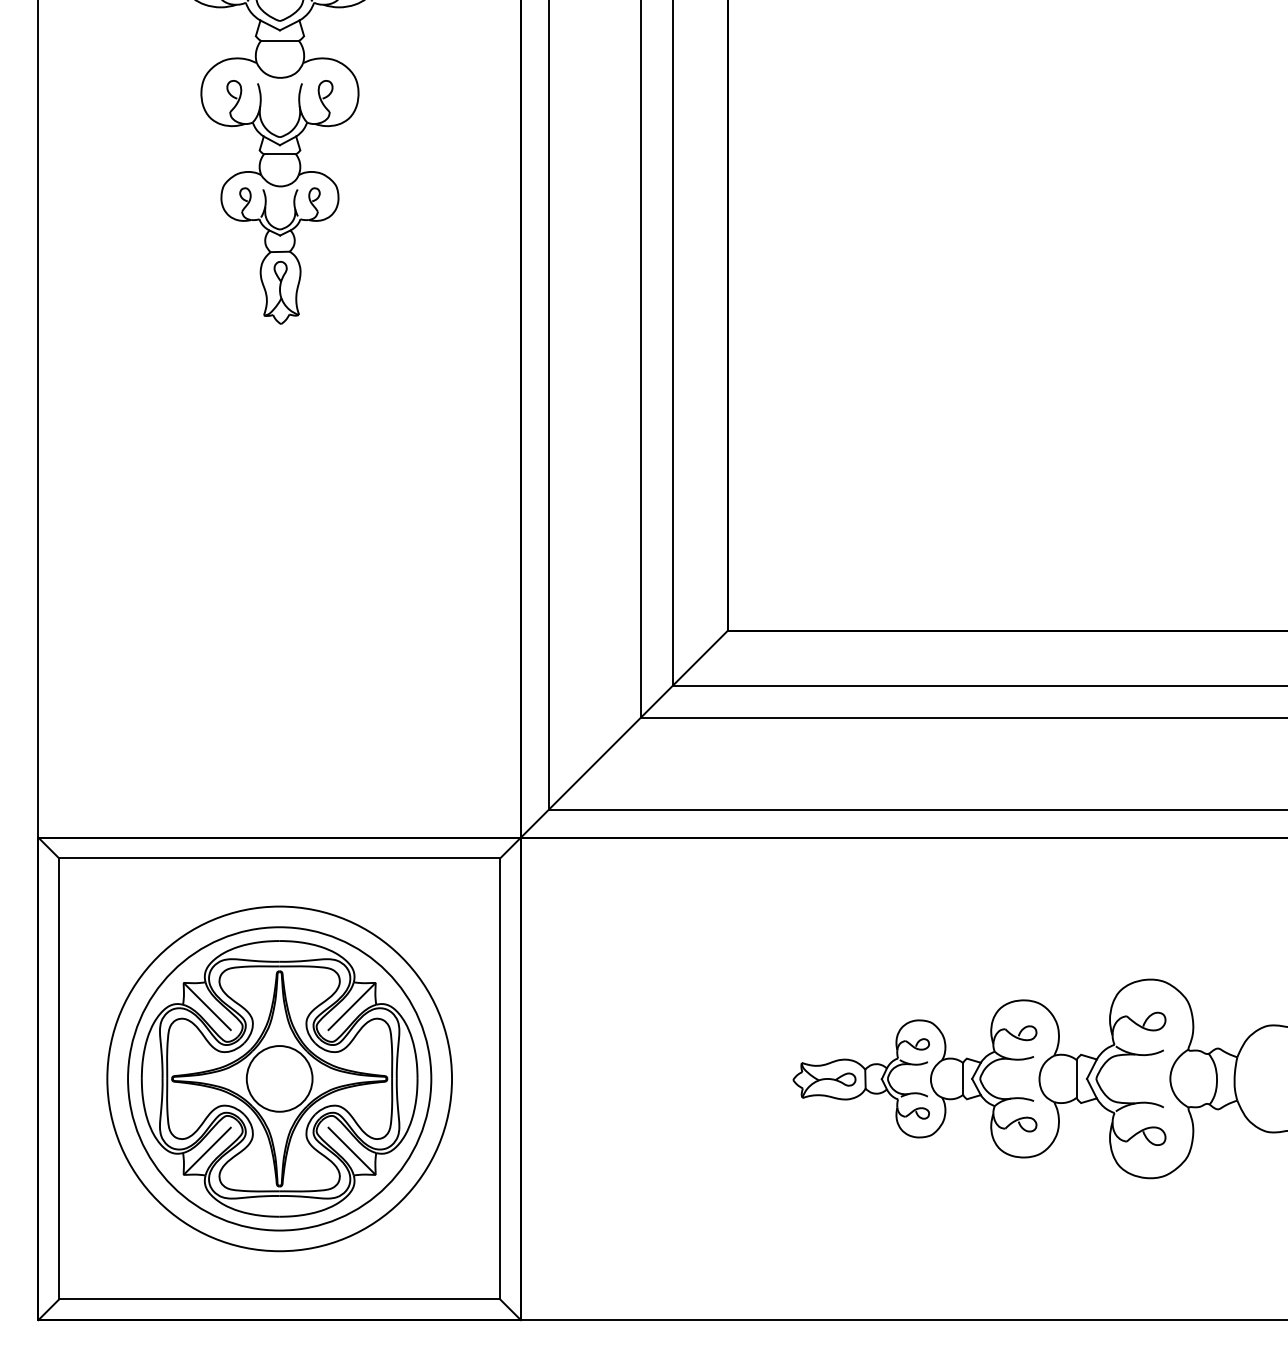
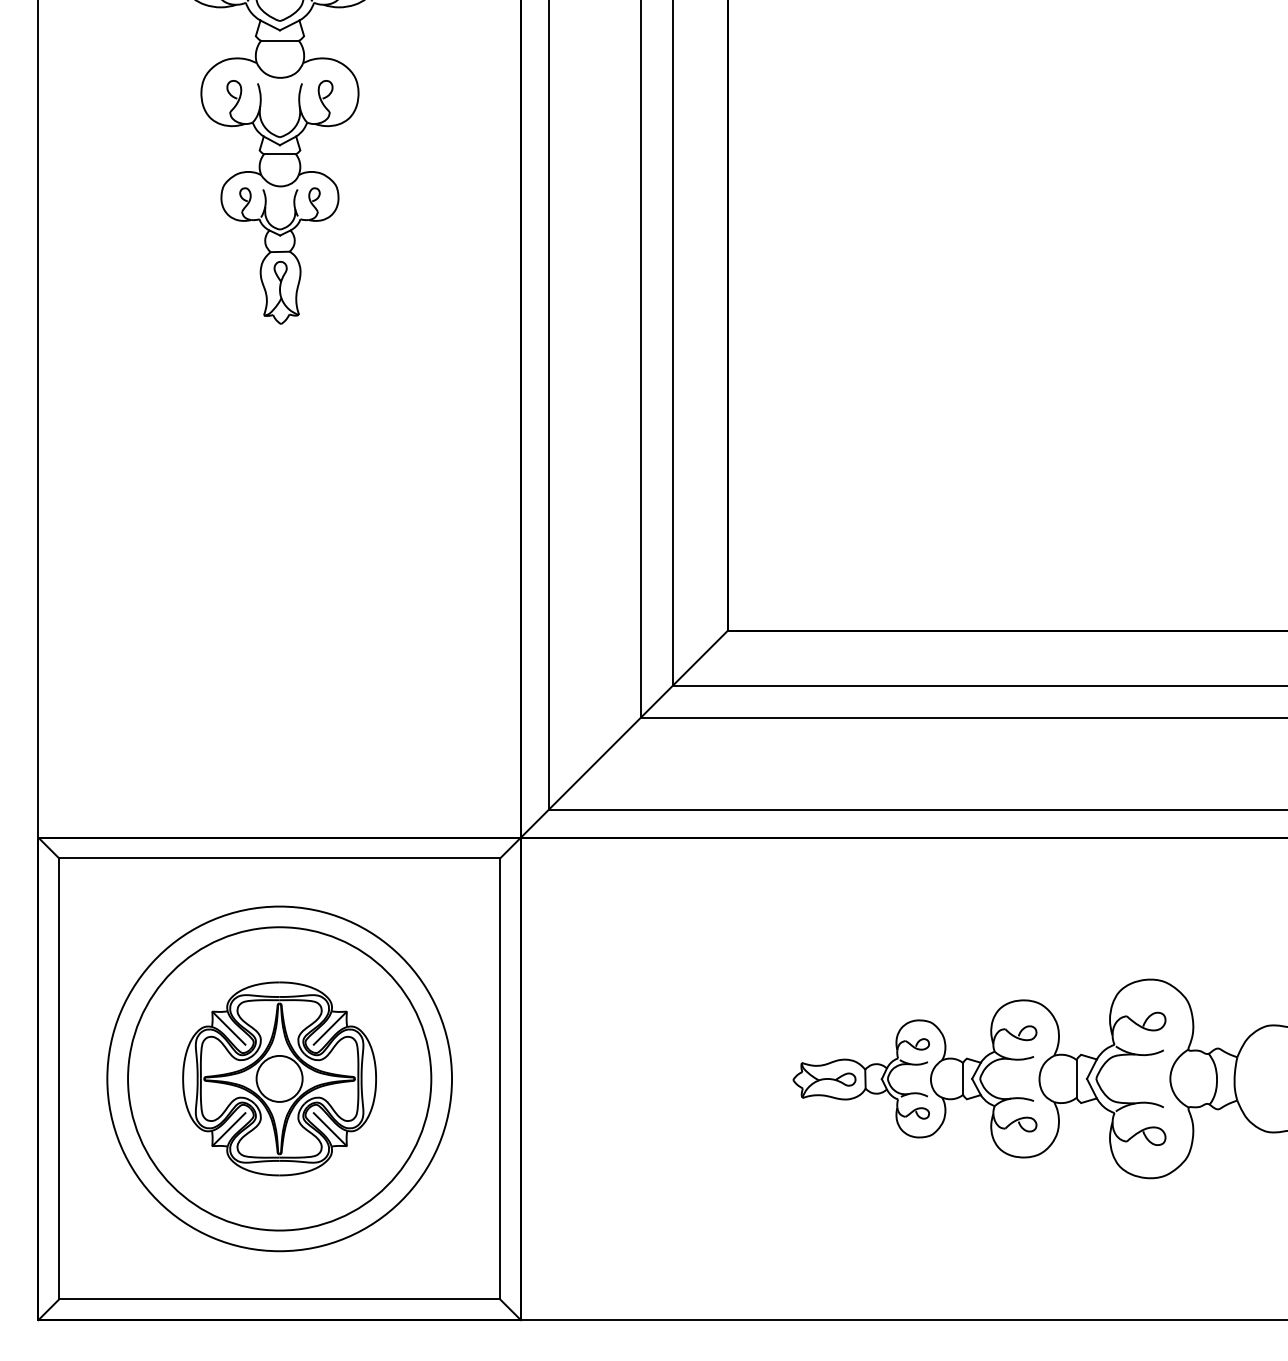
part at (279, 1078) size: 279x278 px -> 195x196 px
